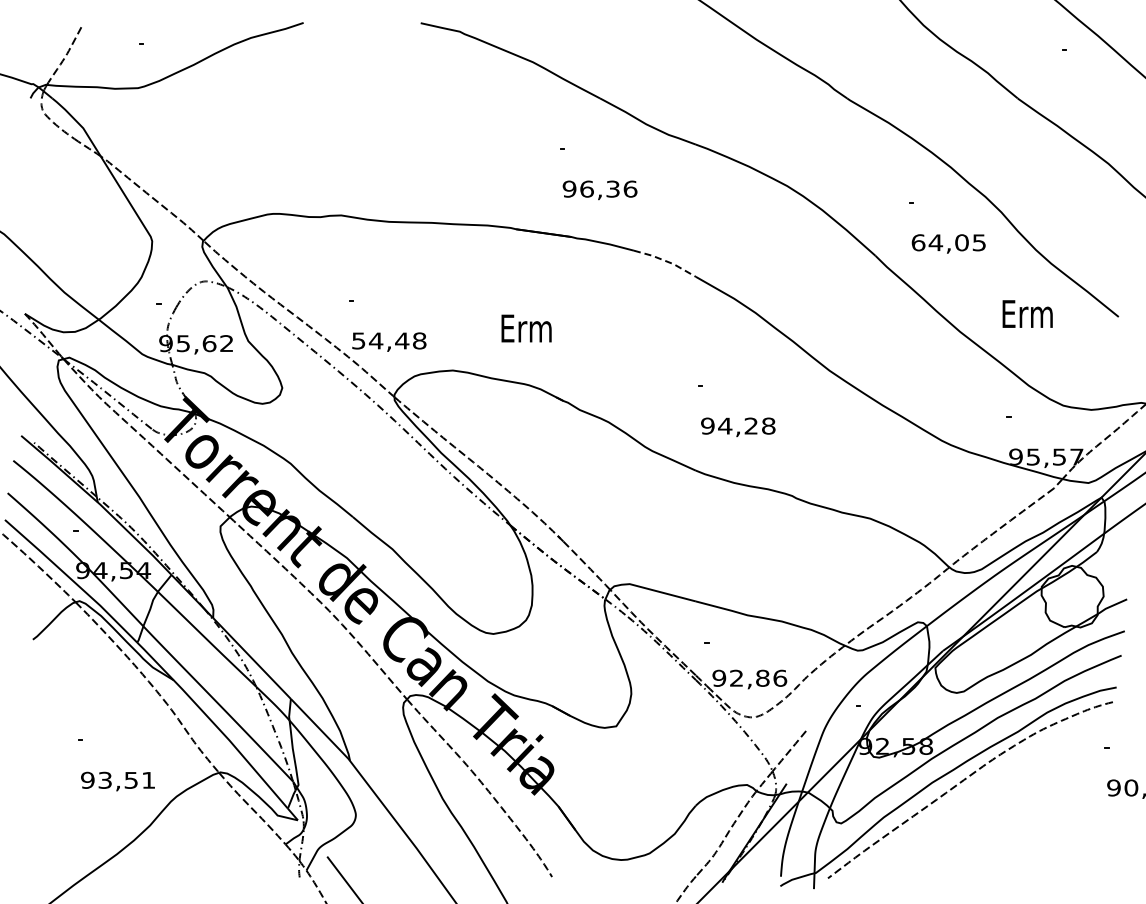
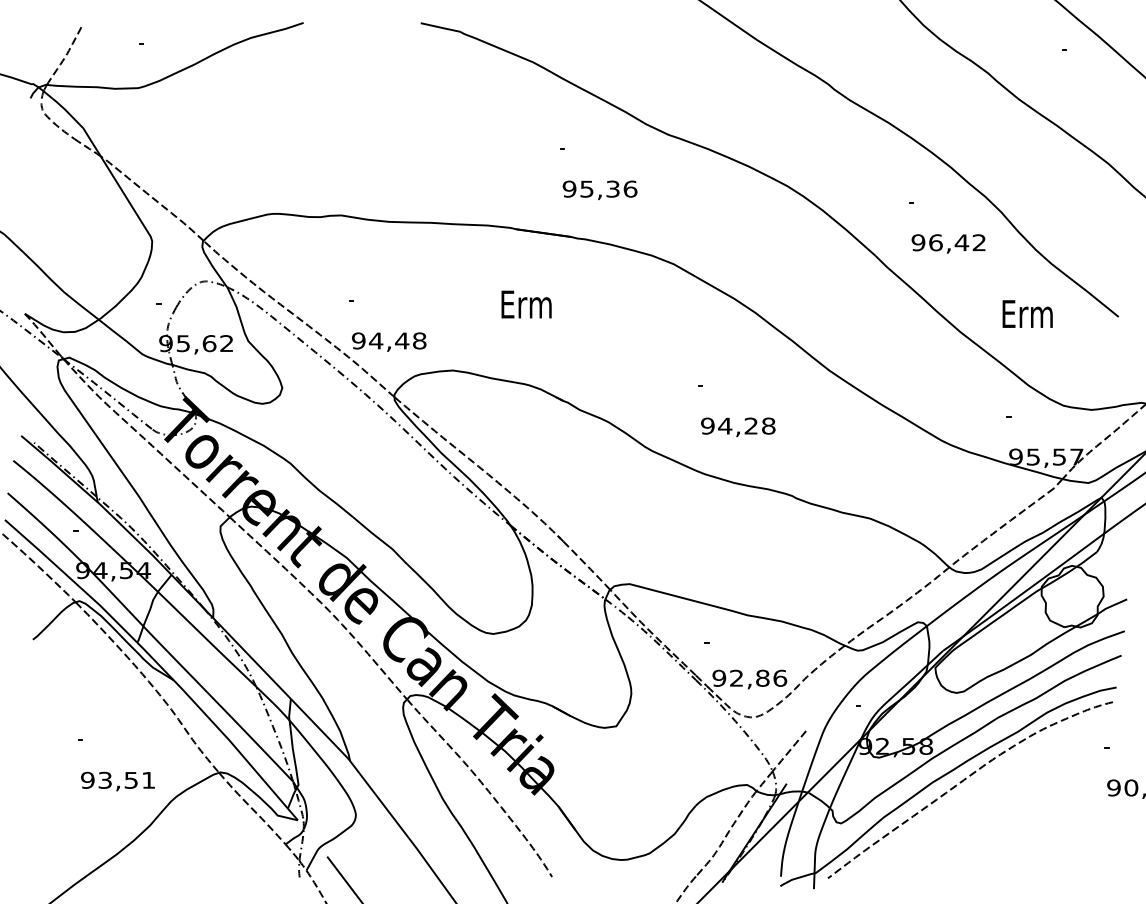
text at (586, 188): 96,36 -> 95,36
text at (948, 242): 64,05 -> 96,42
line at (666, 261): dashed -> solid
text at (526, 328) position: (526, 328) -> (526, 304)
text at (358, 340): 54,48 -> 94,48
